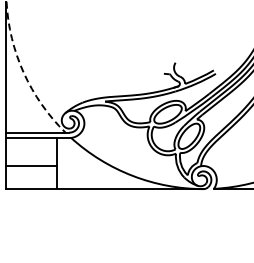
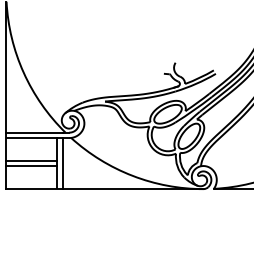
arc at (23, 72): dashed -> solid
line at (31, 160): none -> present
line at (62, 163): none -> present
